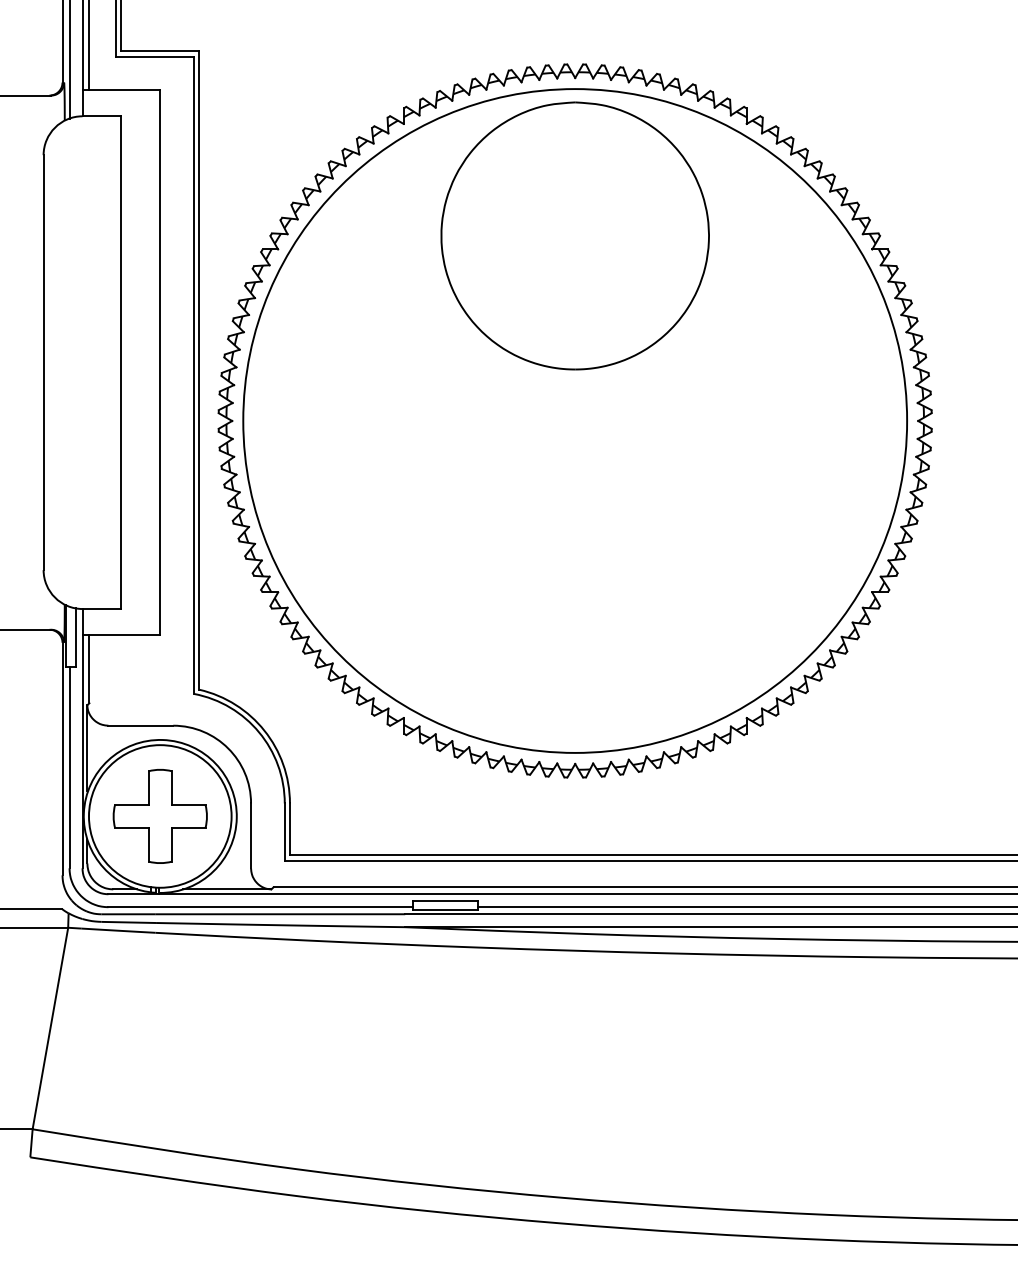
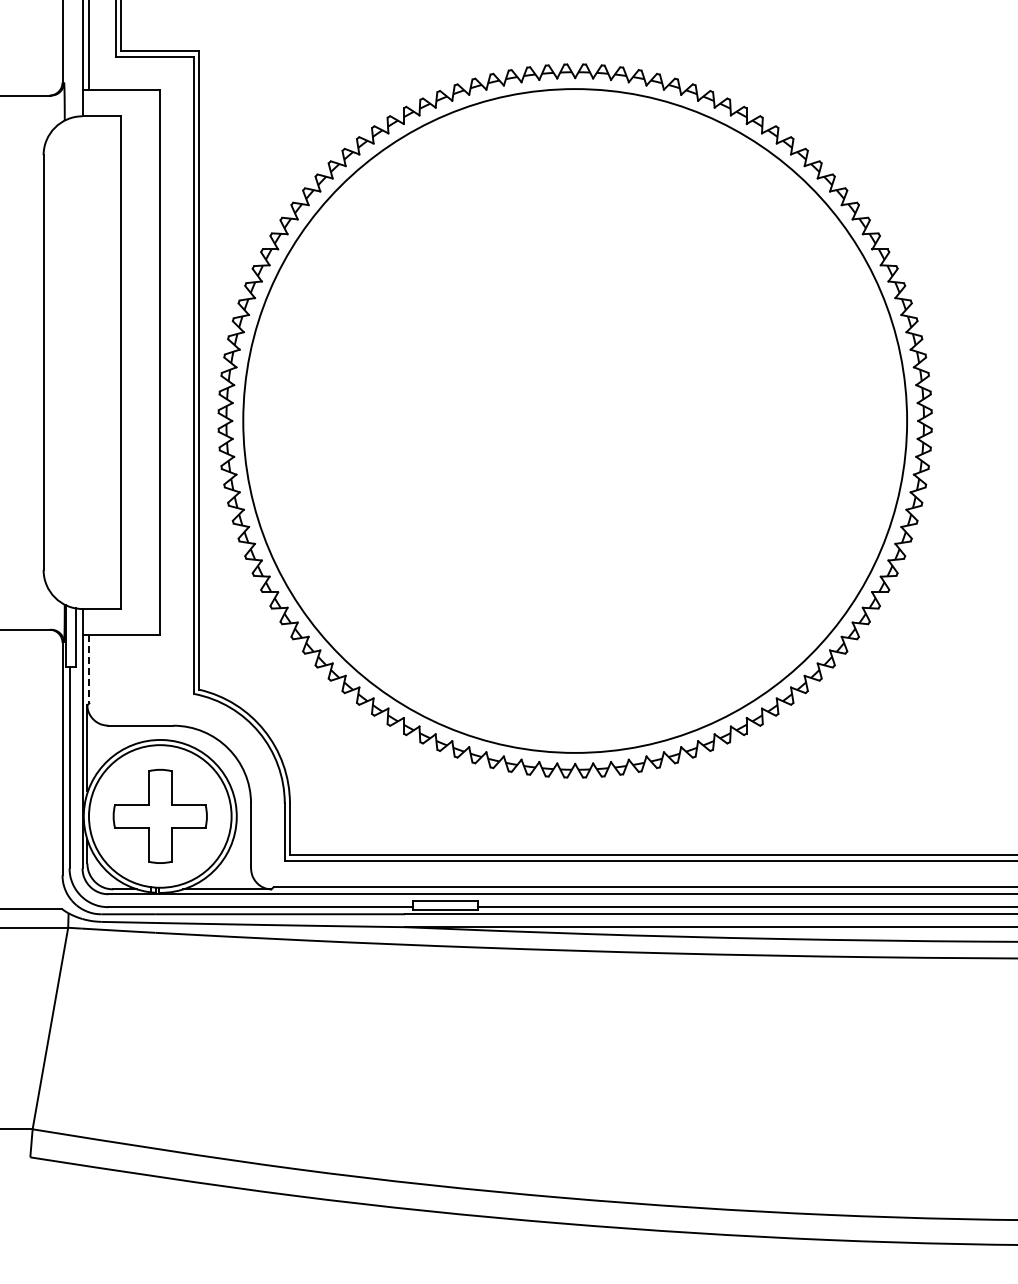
line at (69, 60): present -> none
part at (574, 235): present -> none
line at (89, 669): solid -> dashed
